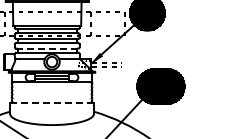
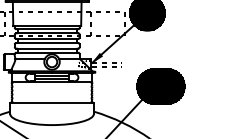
line at (47, 48): dashed -> solid
line at (52, 103): dashed -> solid
